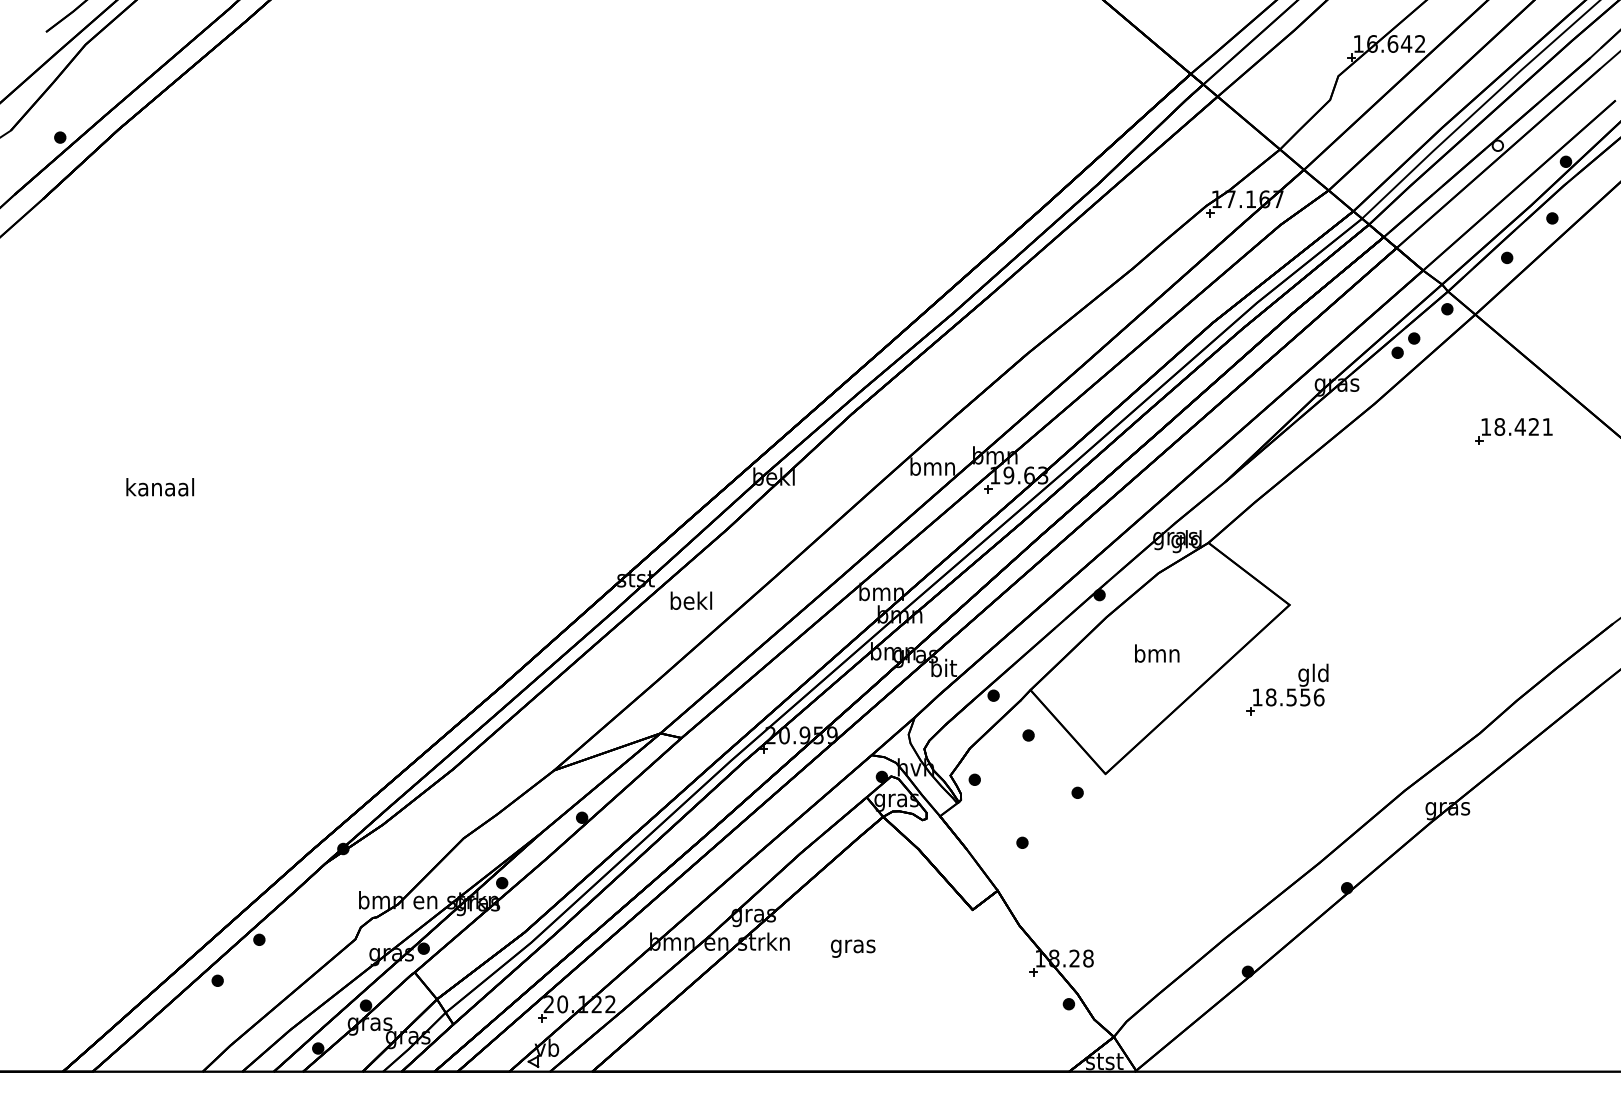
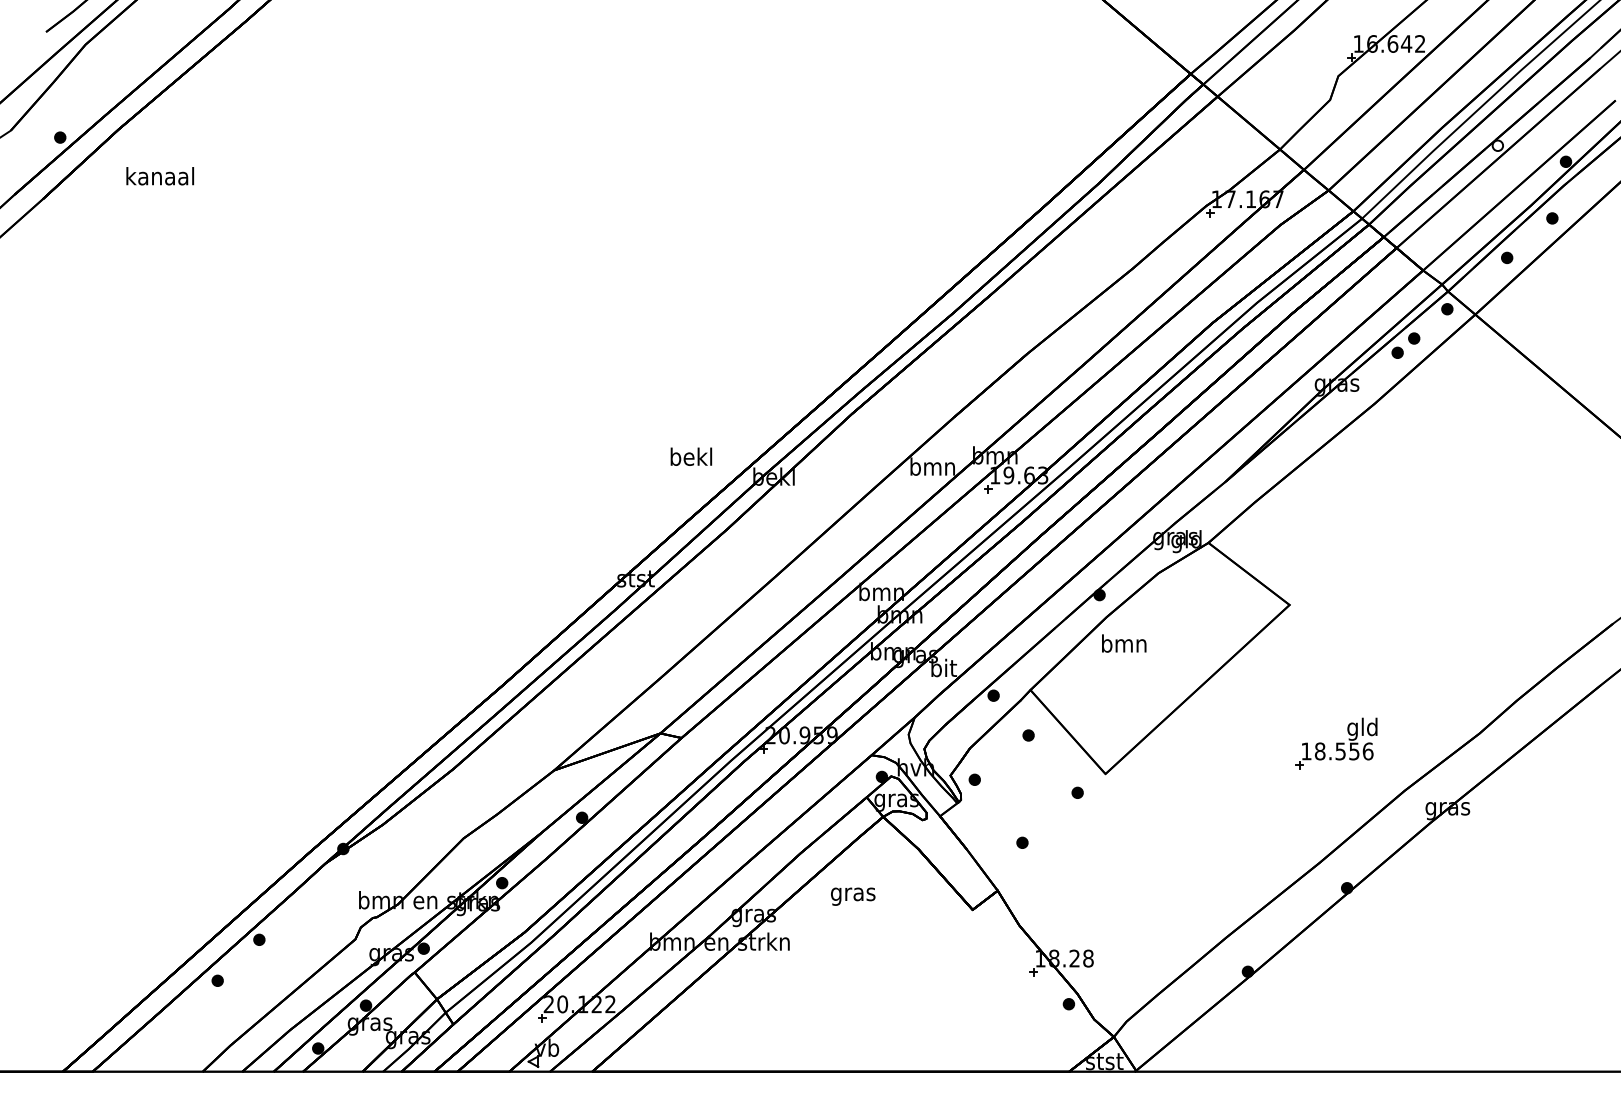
part at (1513, 431): present -> none
text at (159, 487) position: (159, 487) -> (159, 176)
text at (691, 600) position: (691, 600) -> (691, 456)
text at (1157, 653) position: (1157, 653) -> (1124, 643)
part at (1287, 689) position: (1287, 689) -> (1336, 743)
text at (853, 948) position: (853, 948) -> (853, 896)
